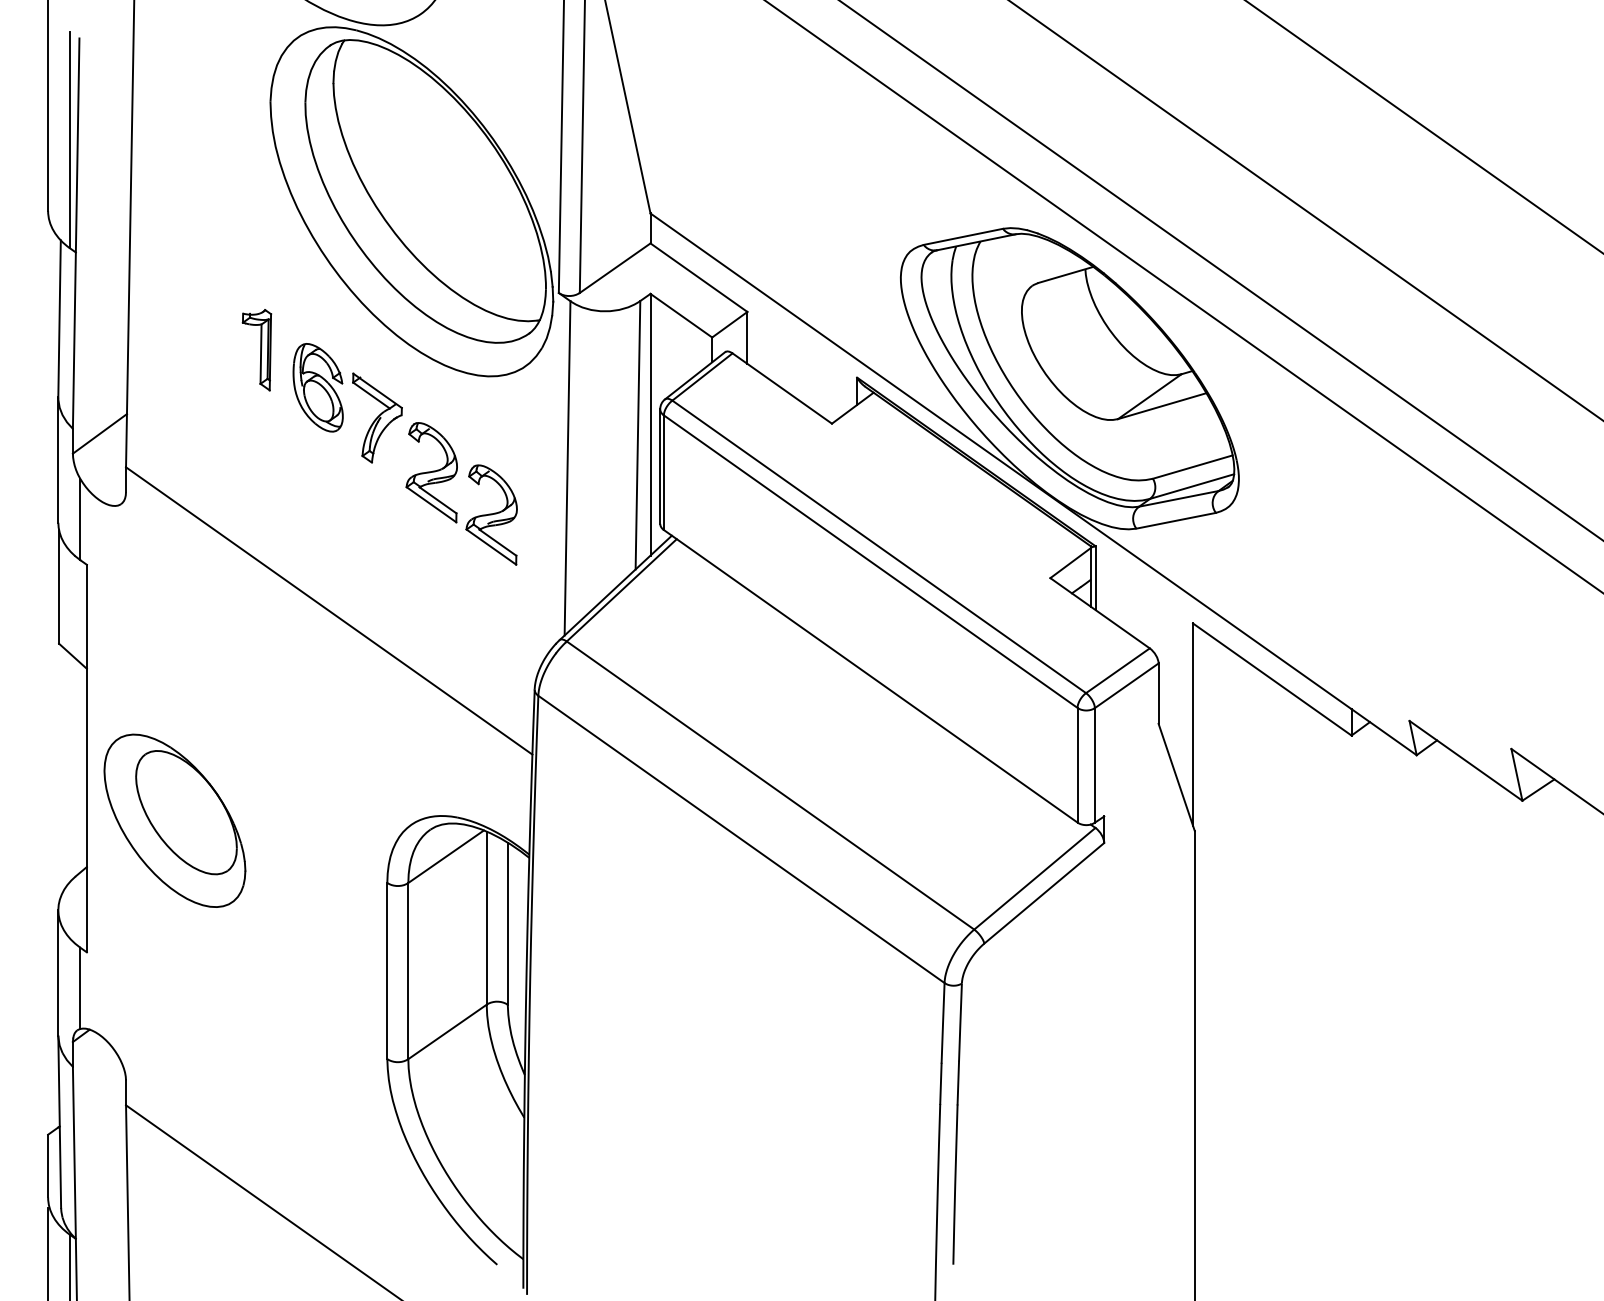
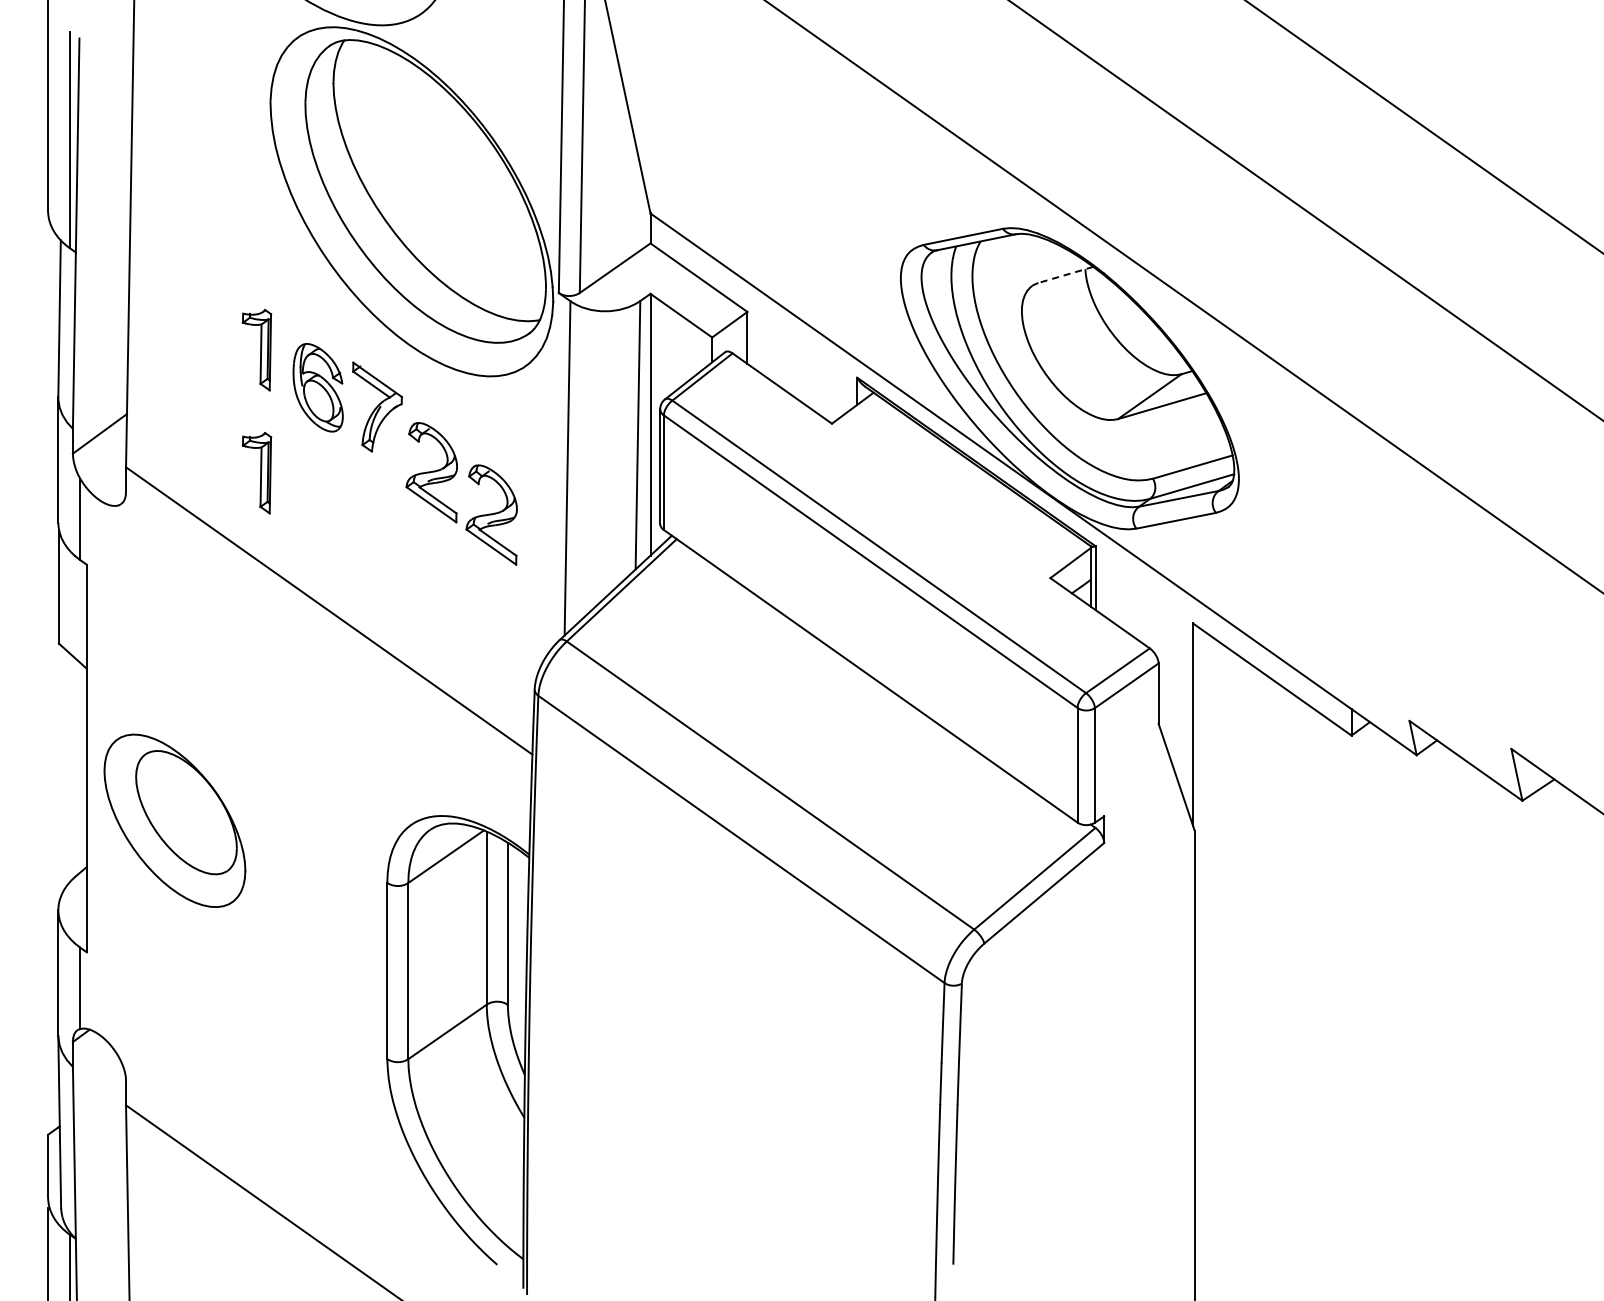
line at (1220, 270): present -> none
line at (1065, 274): solid -> dashed
part at (377, 417) position: (377, 417) -> (377, 406)
part at (256, 473): none -> present
